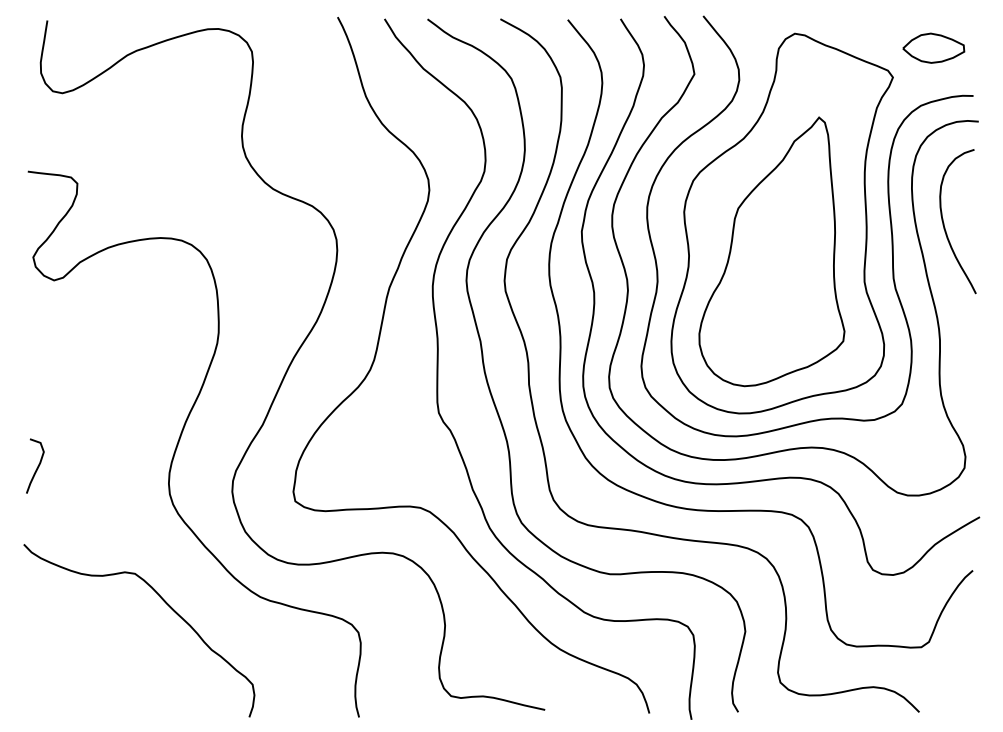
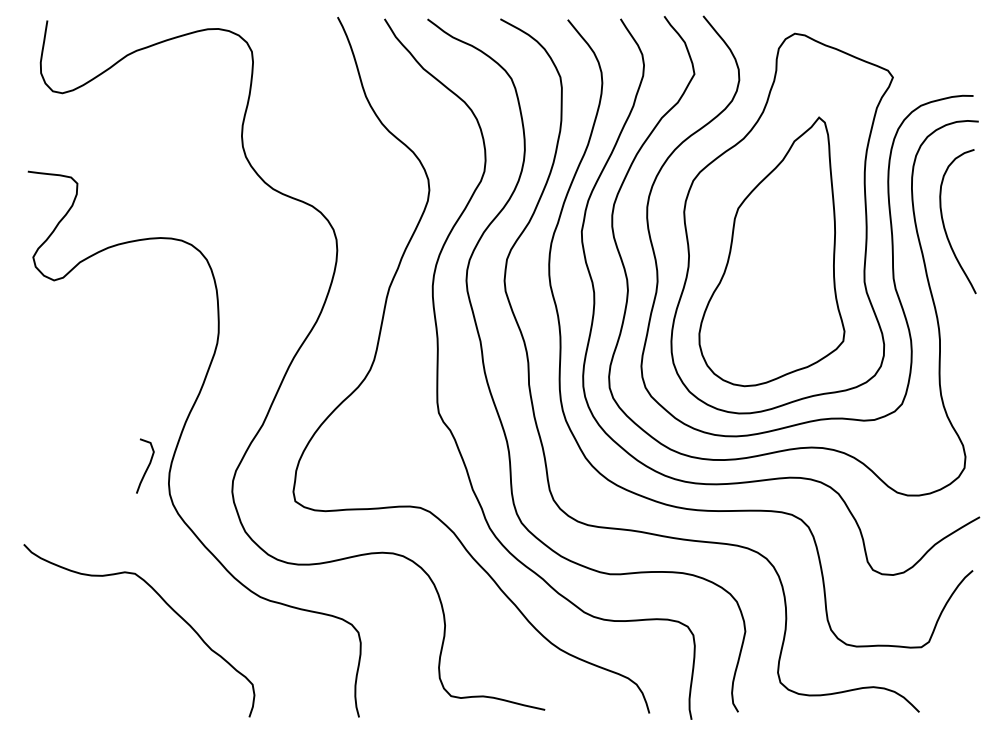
part at (933, 47): present -> none
curve at (37, 466) position: (37, 466) -> (147, 466)
